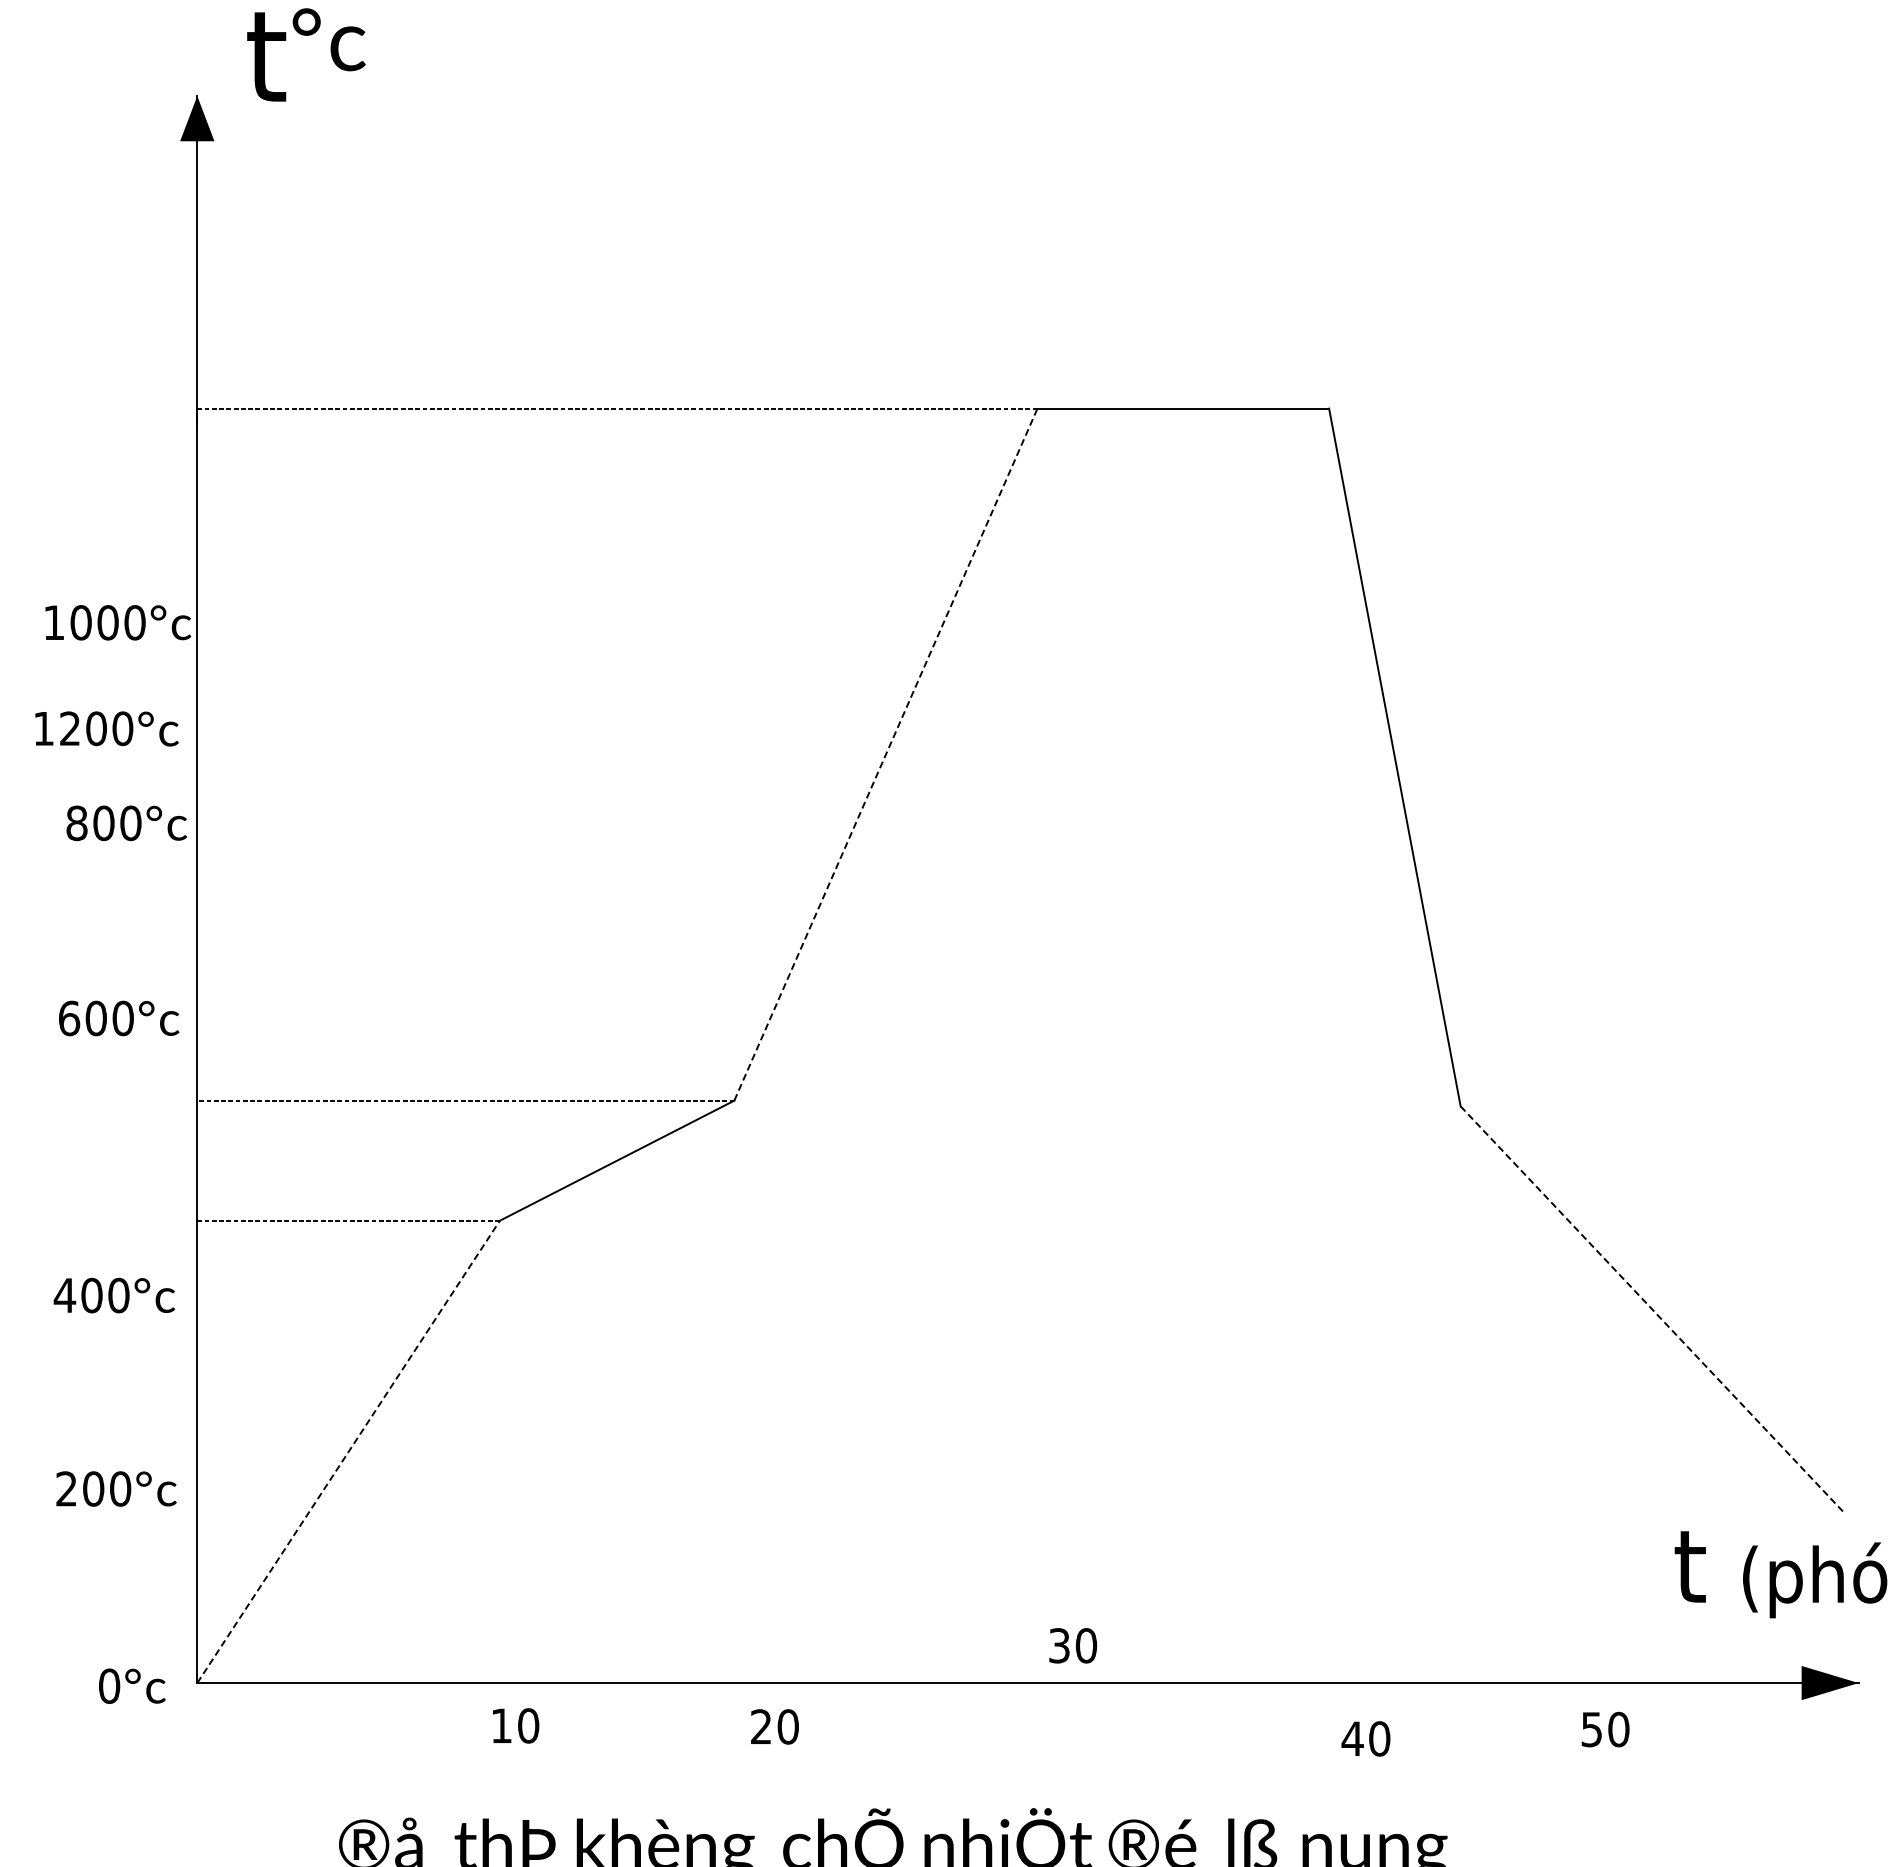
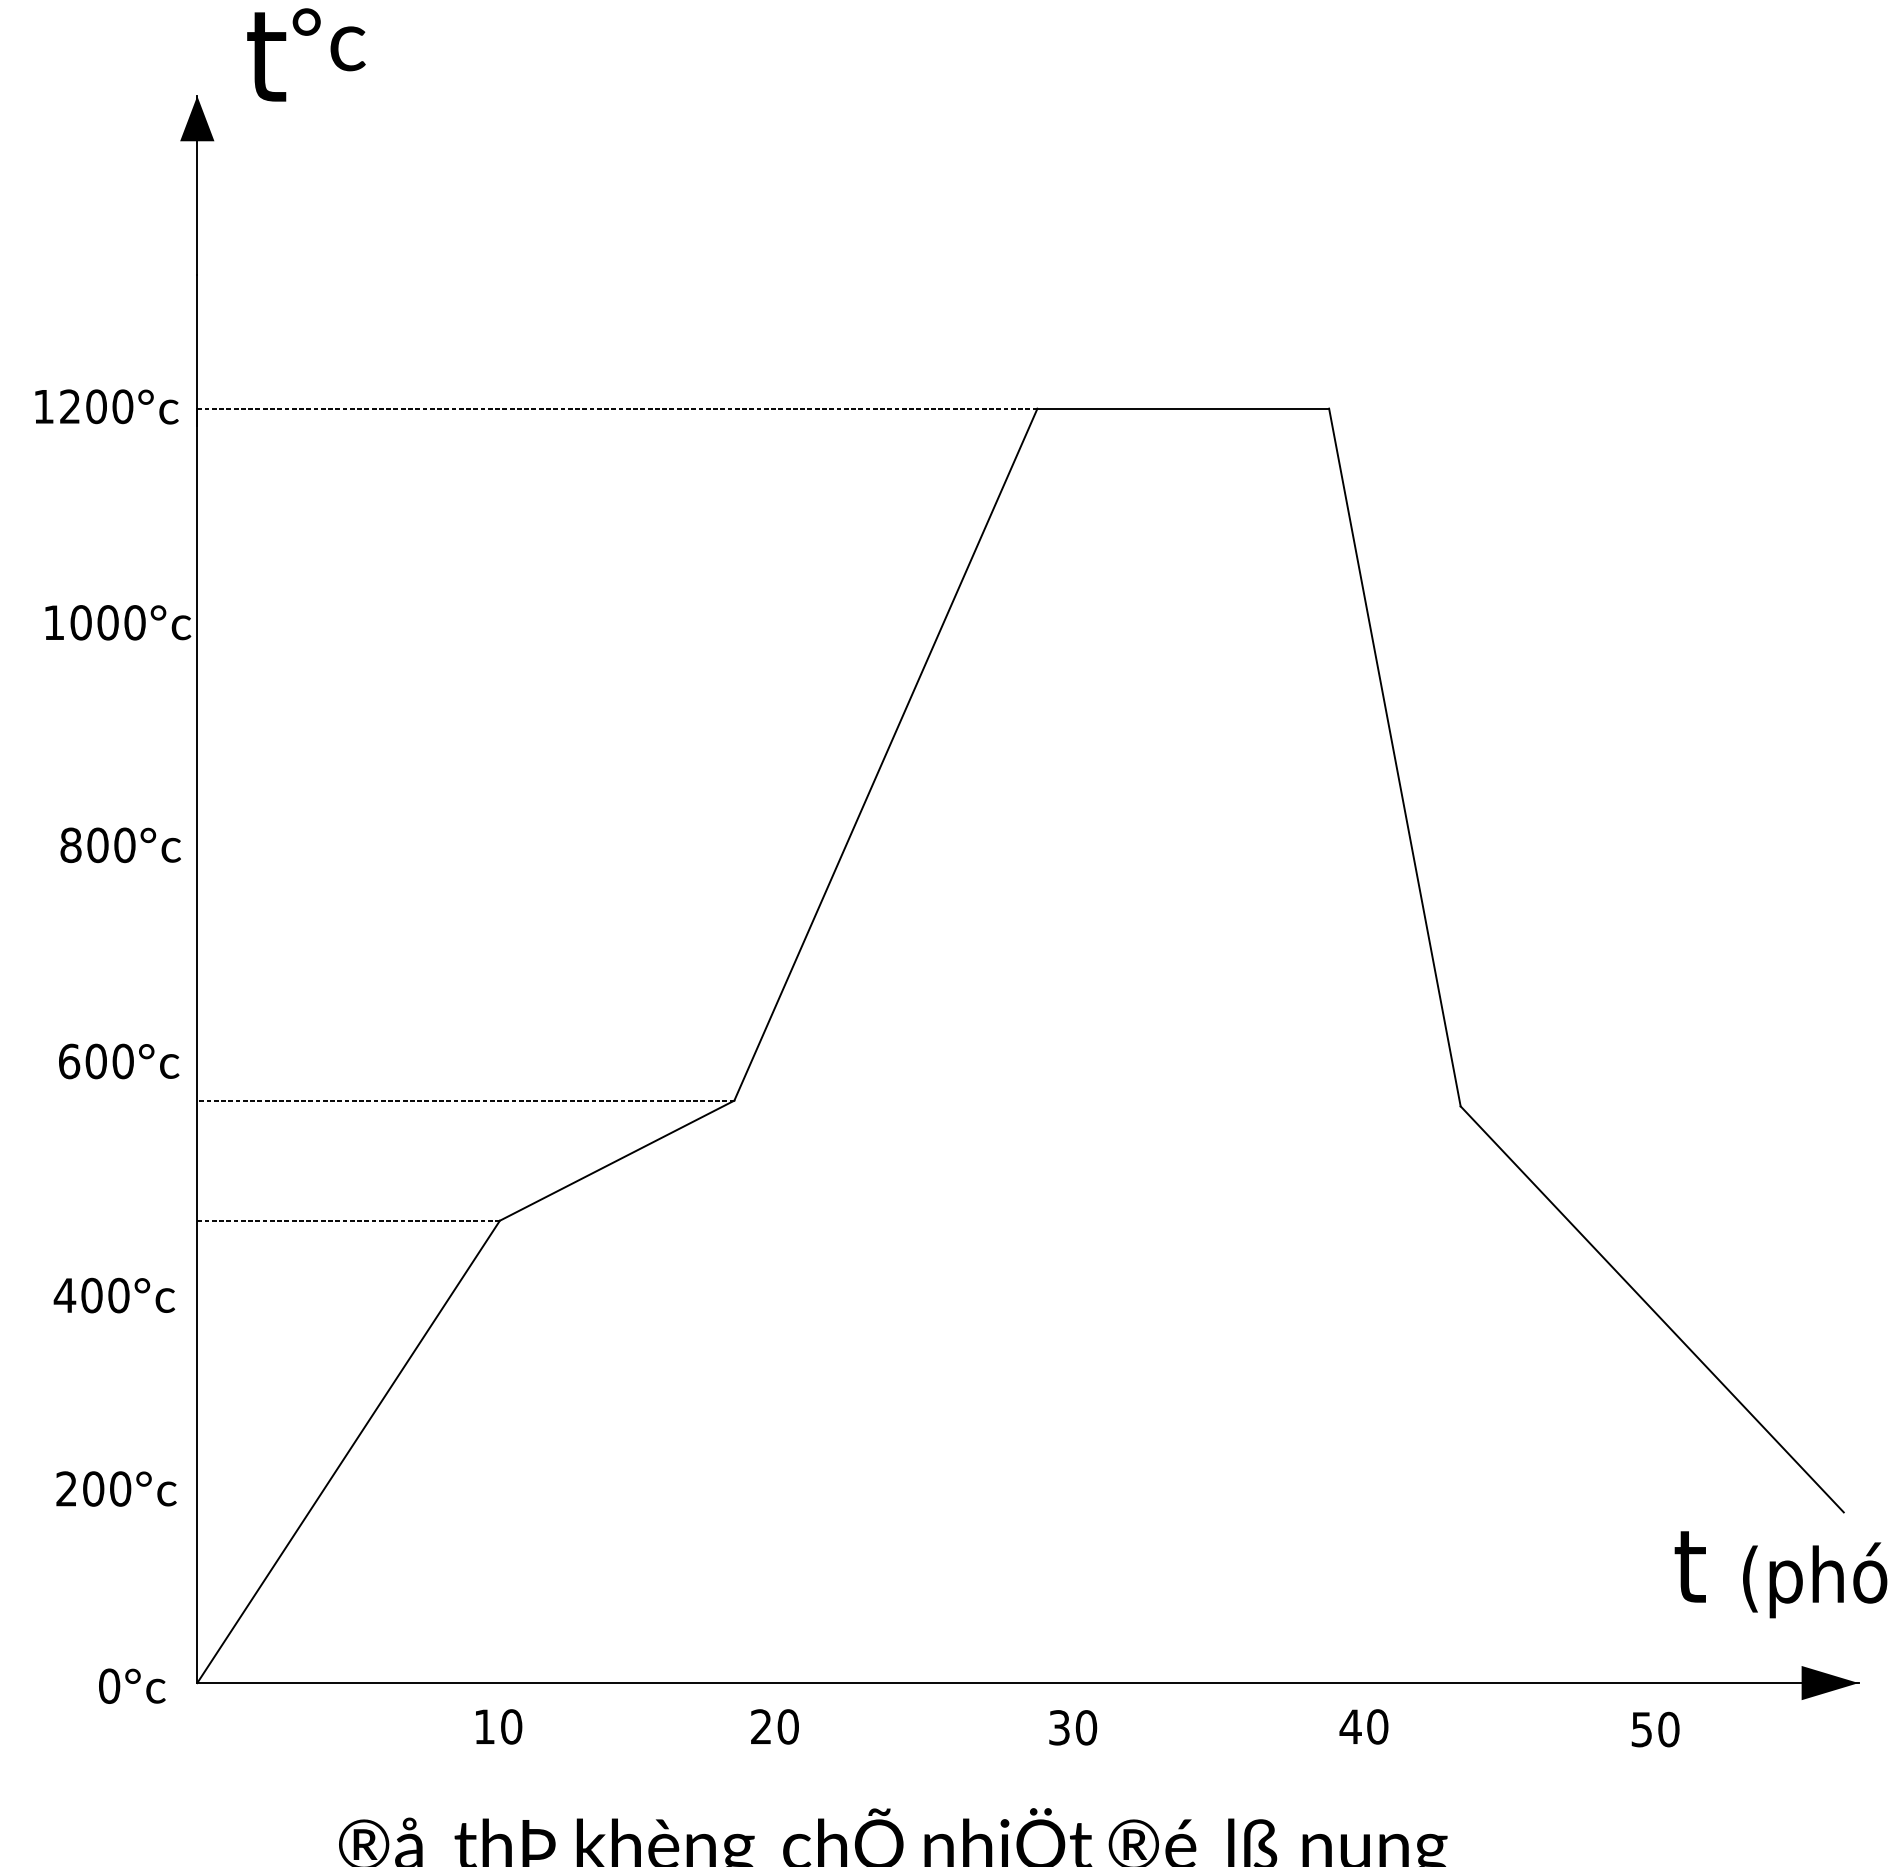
text at (106, 728) position: (106, 728) -> (106, 406)
line at (885, 754): dashed -> solid
text at (126, 823) position: (126, 823) -> (120, 845)
text at (119, 1018) position: (119, 1018) -> (119, 1061)
line at (1652, 1309): dashed -> solid
line at (348, 1451): dashed -> solid
text at (1073, 1645) position: (1073, 1645) -> (1073, 1727)
text at (516, 1725) position: (516, 1725) -> (499, 1726)
text at (1605, 1729) position: (1605, 1729) -> (1655, 1729)
text at (1365, 1738) position: (1365, 1738) -> (1363, 1726)
